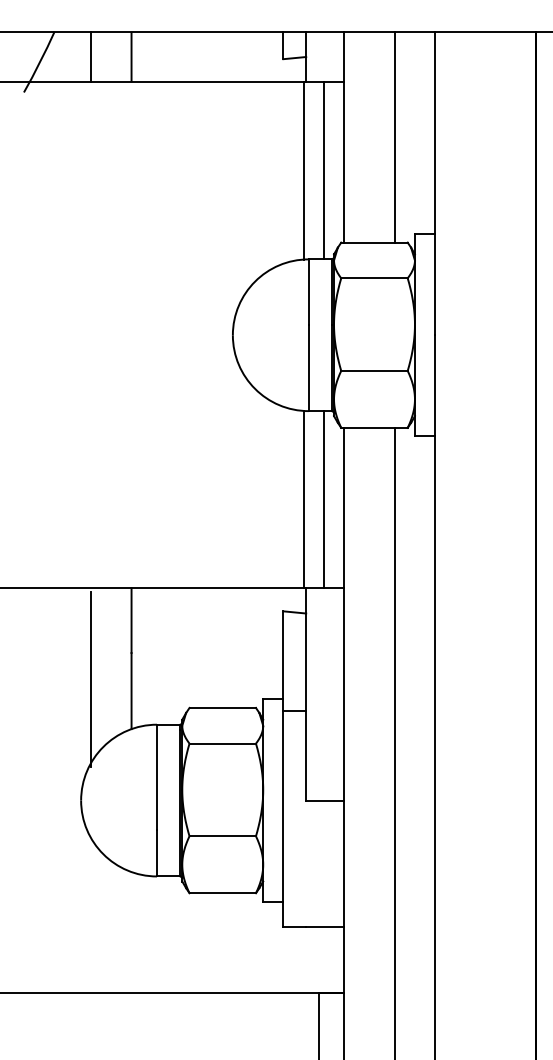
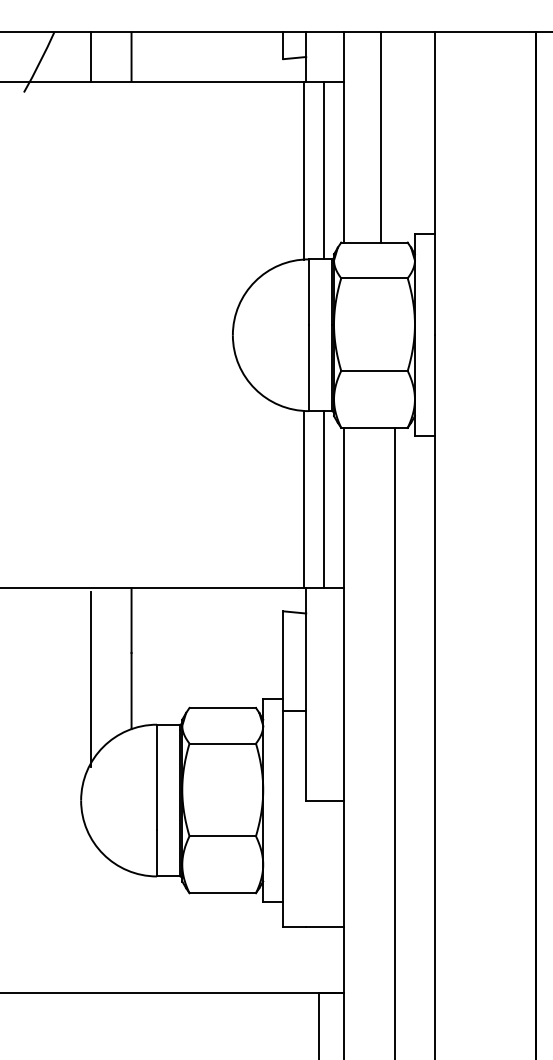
line at (394, 136) position: (394, 136) -> (380, 136)
